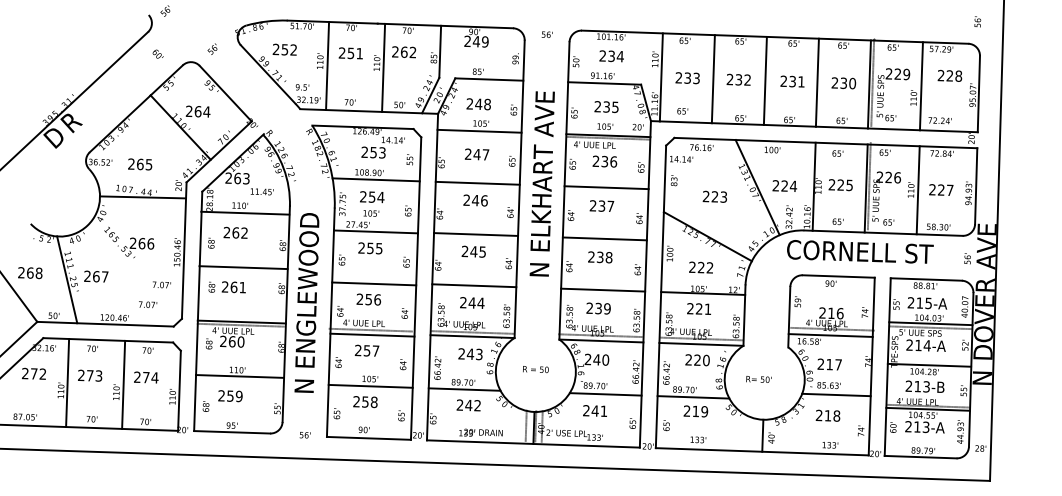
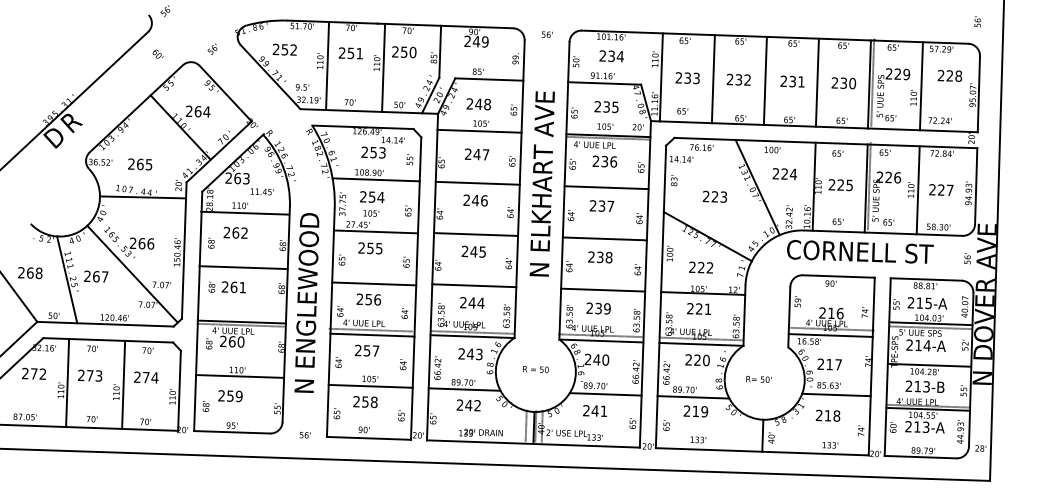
text at (408, 52): 262 -> 250
text at (784, 185) position: (784, 185) -> (784, 173)
line at (132, 273): none -> present
